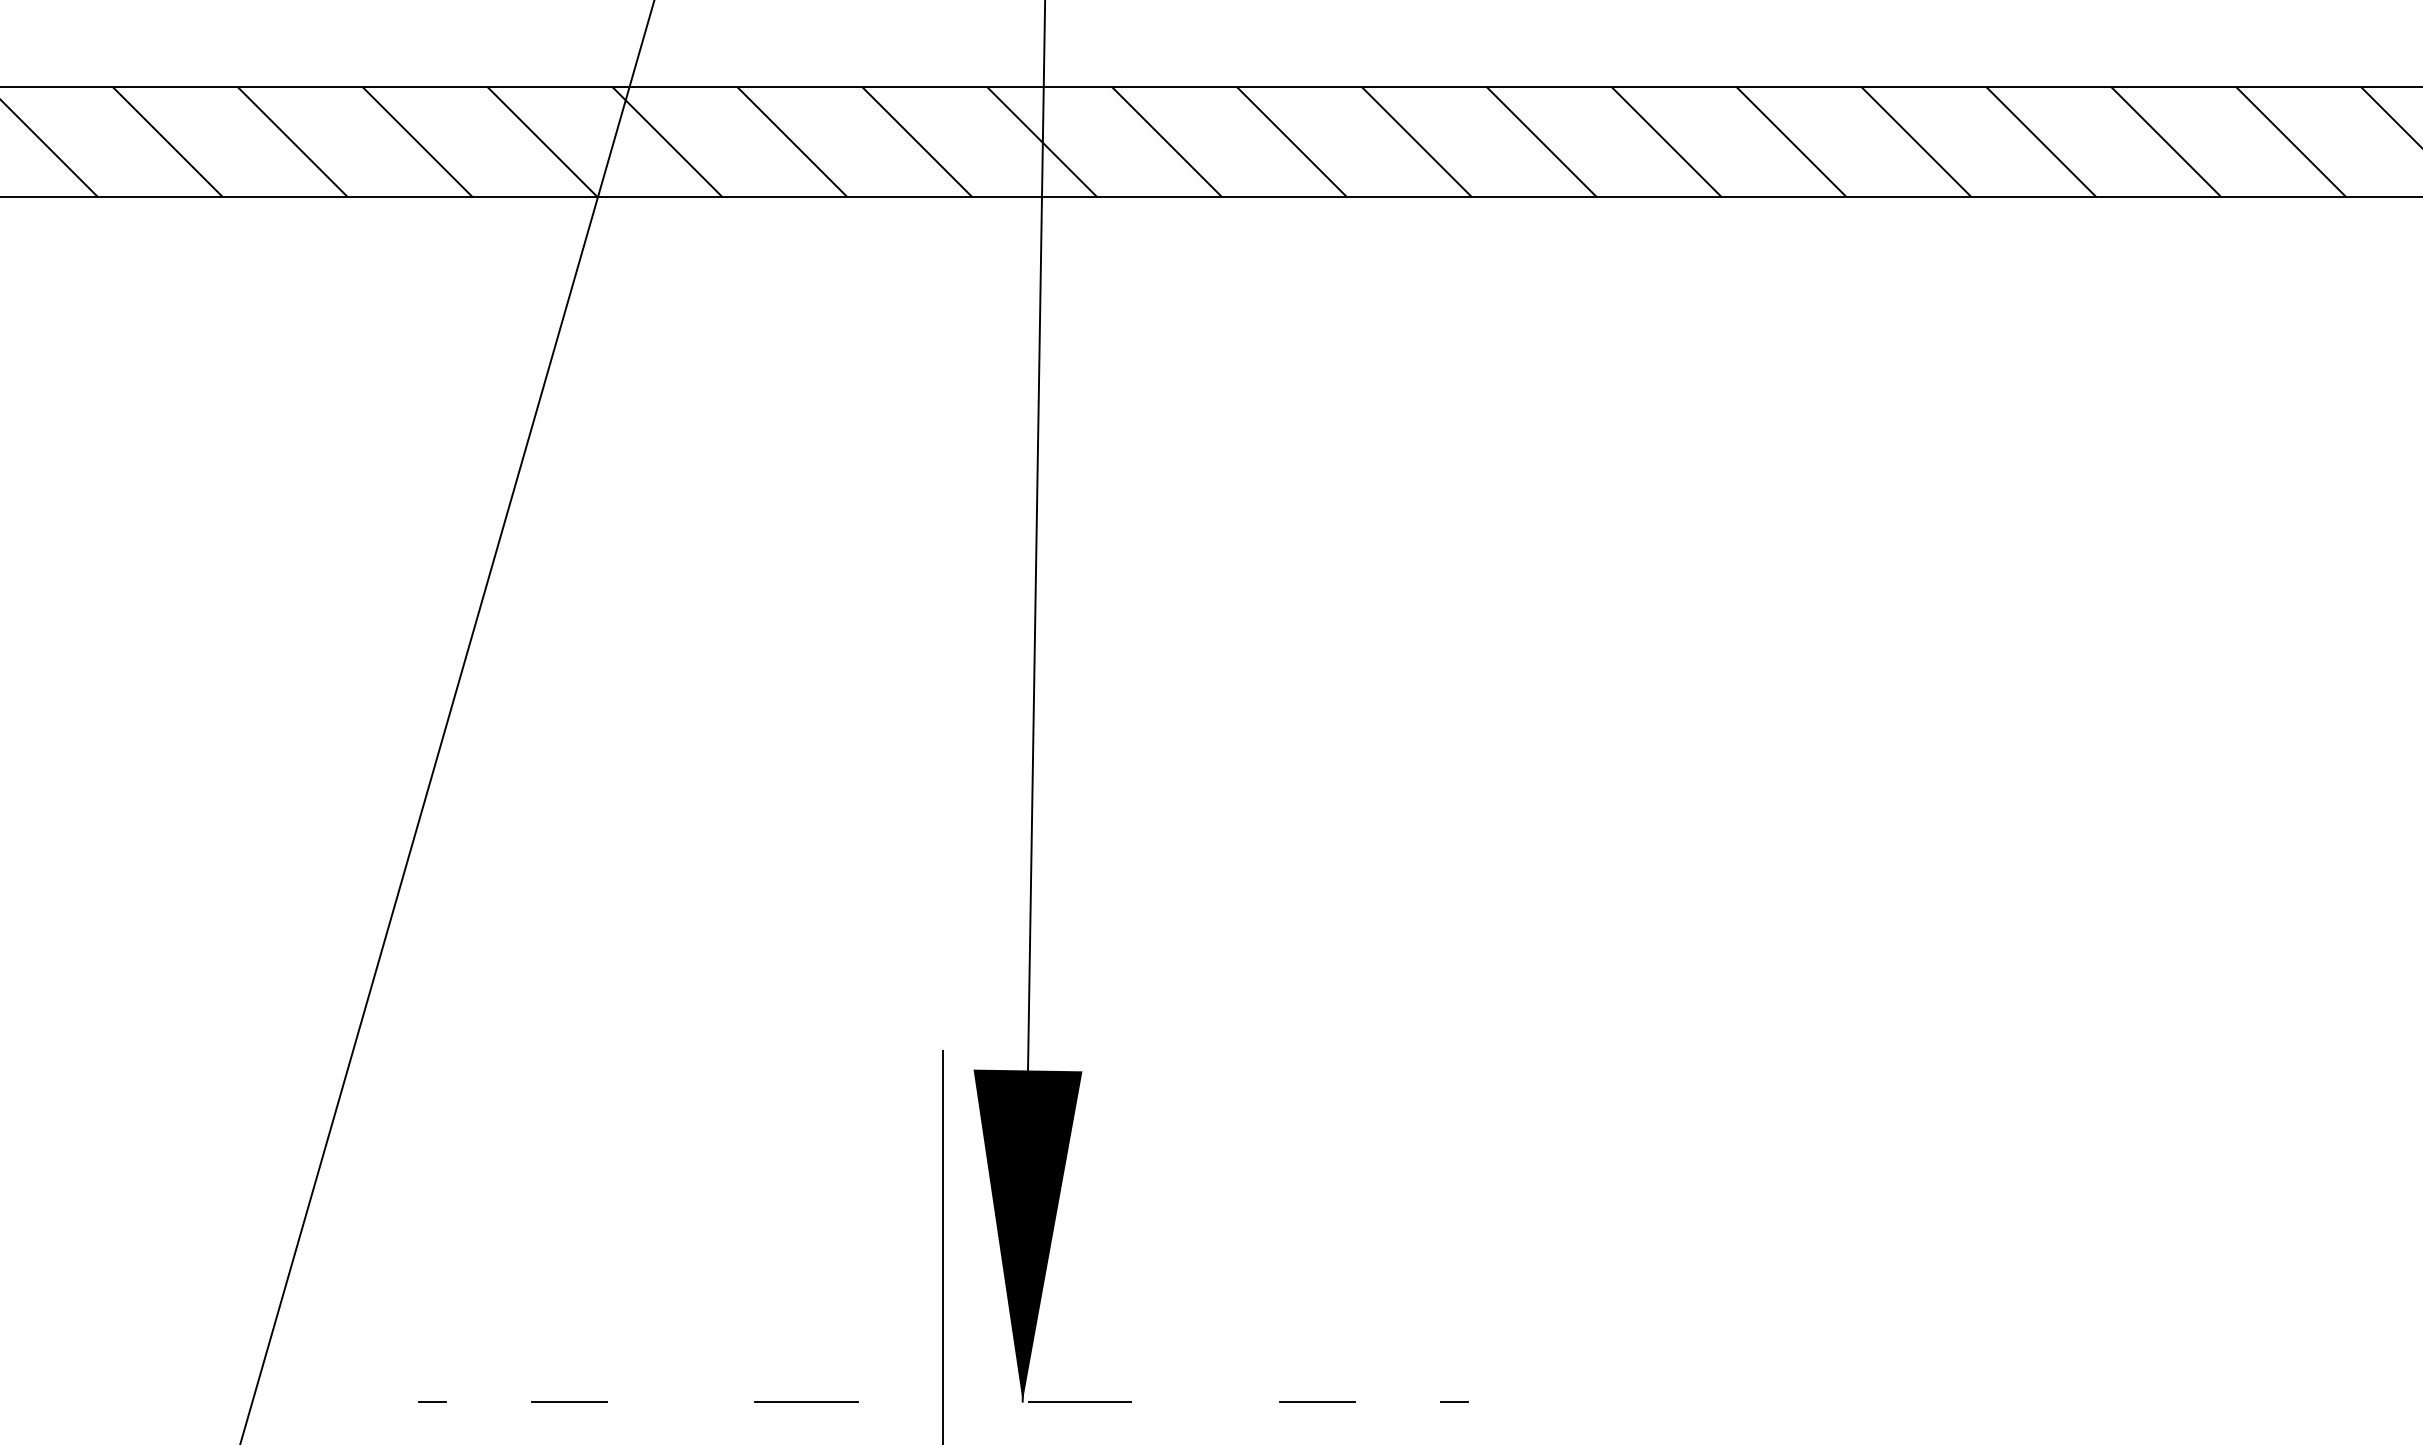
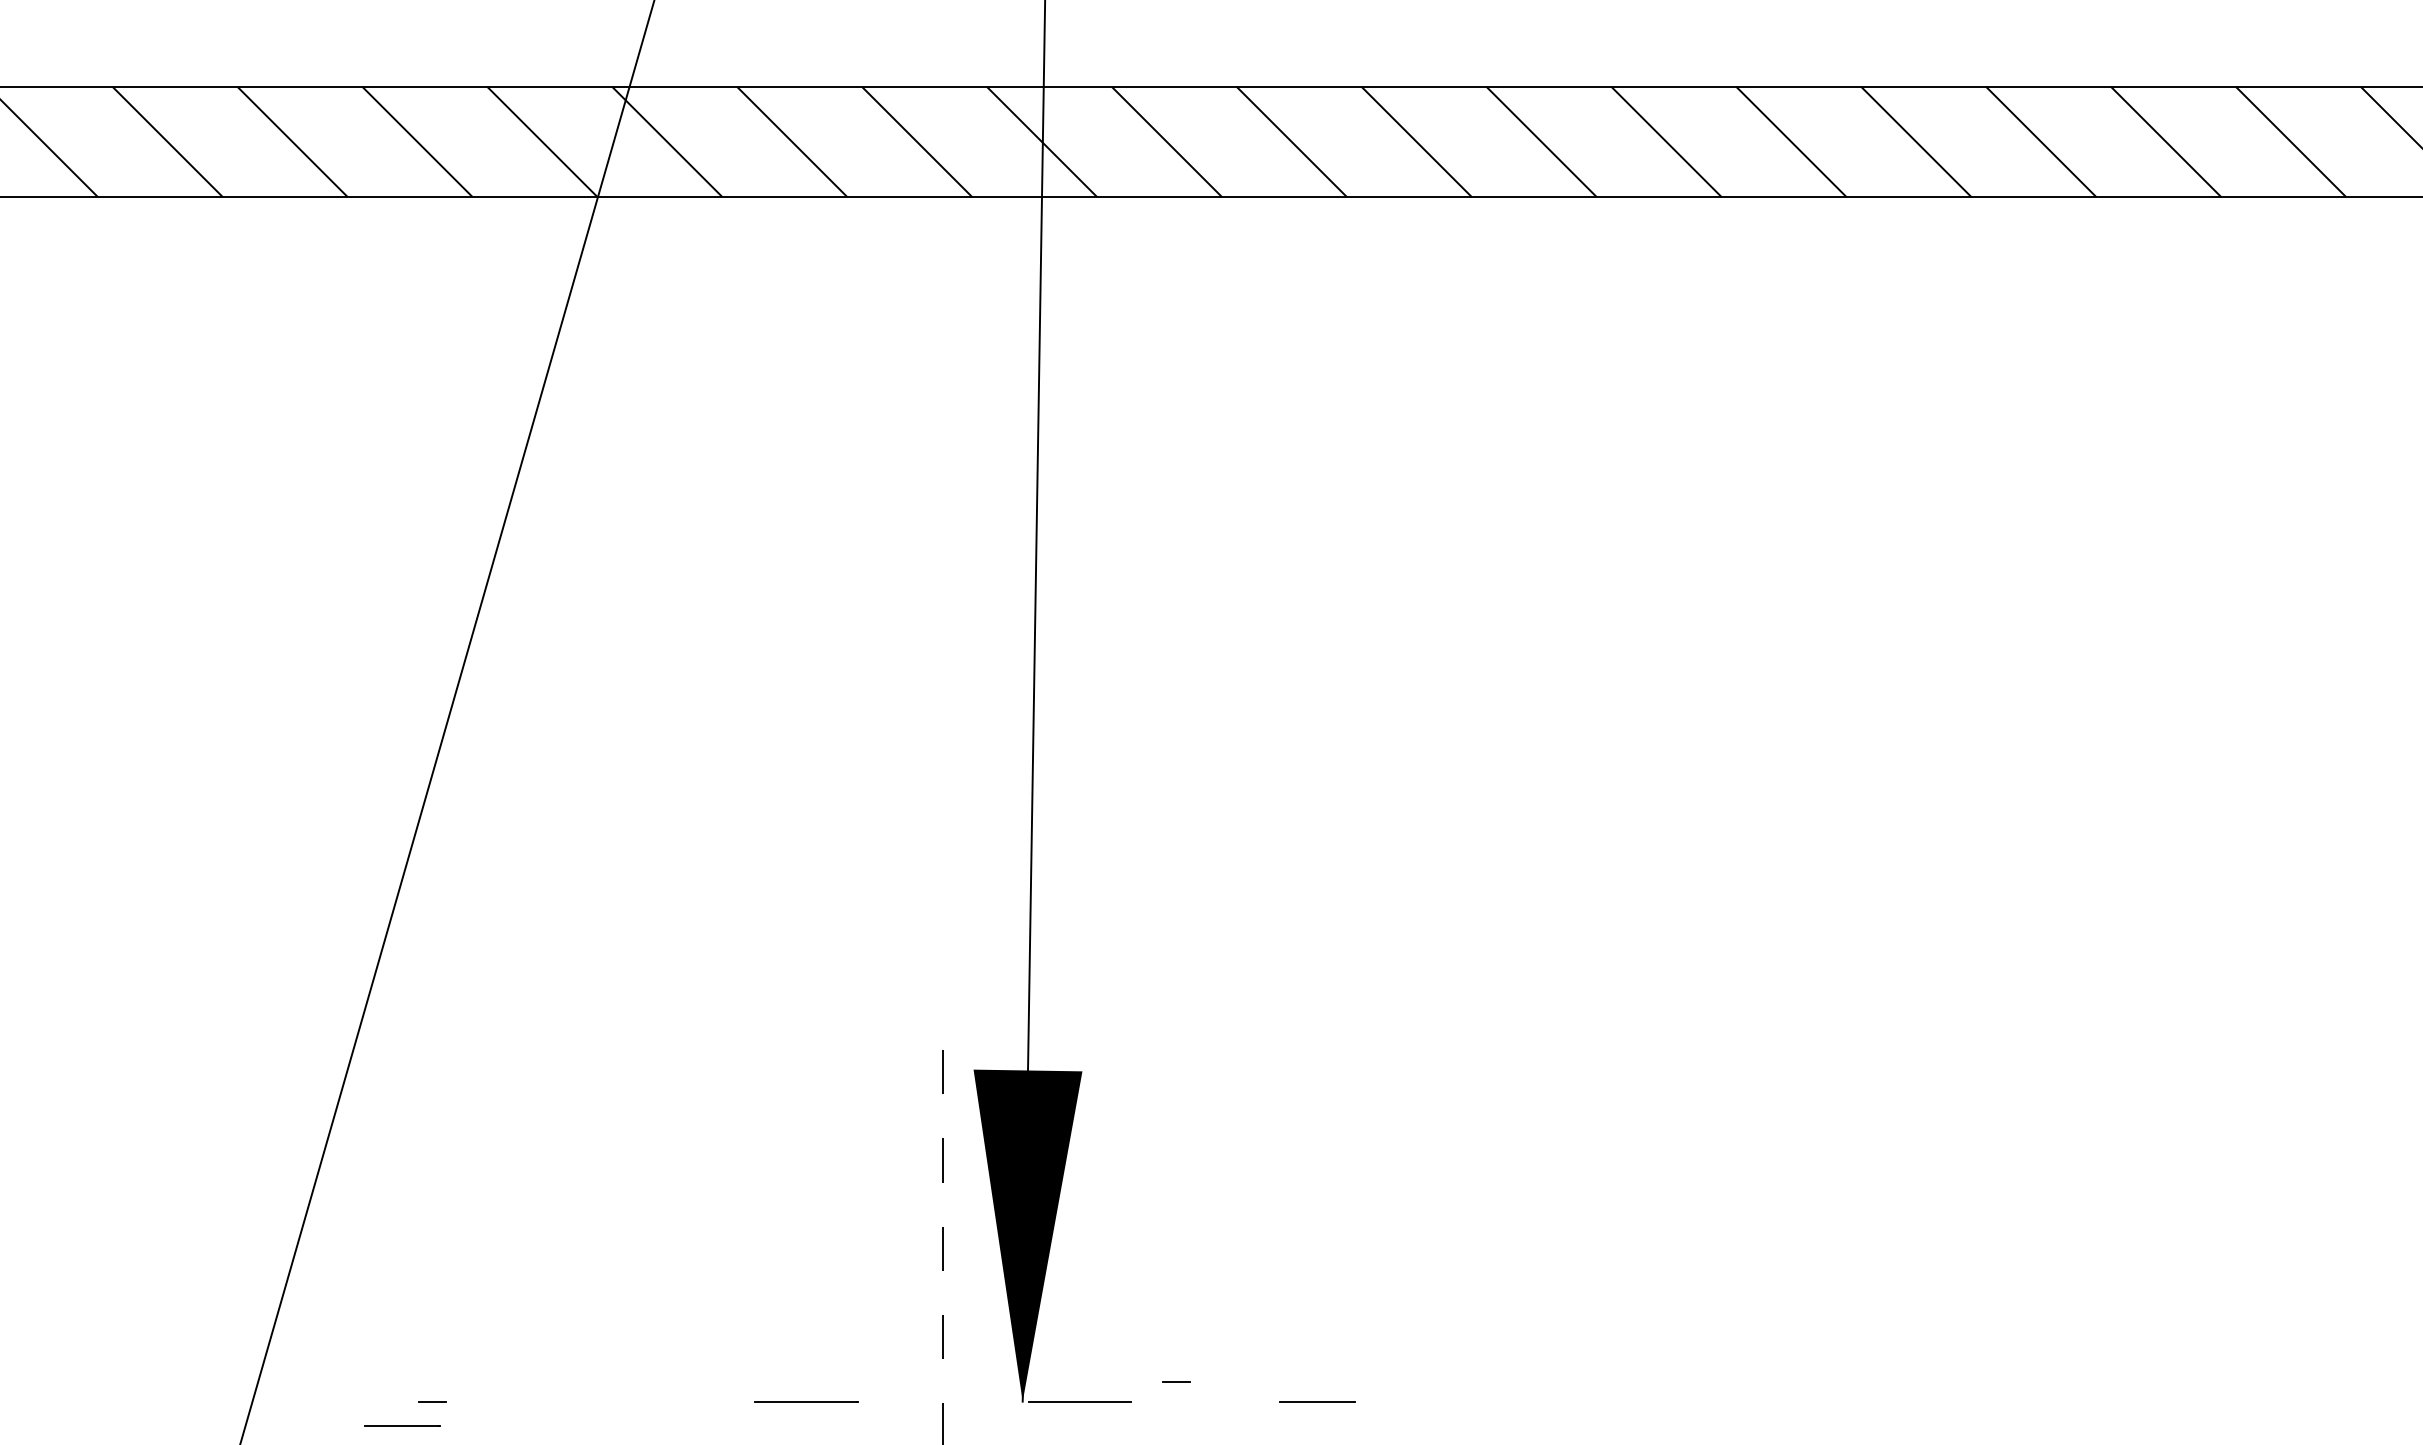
line at (942, 1247): solid -> dashed
line at (569, 1401) position: (569, 1401) -> (402, 1425)
line at (1454, 1401) position: (1454, 1401) -> (1176, 1381)
